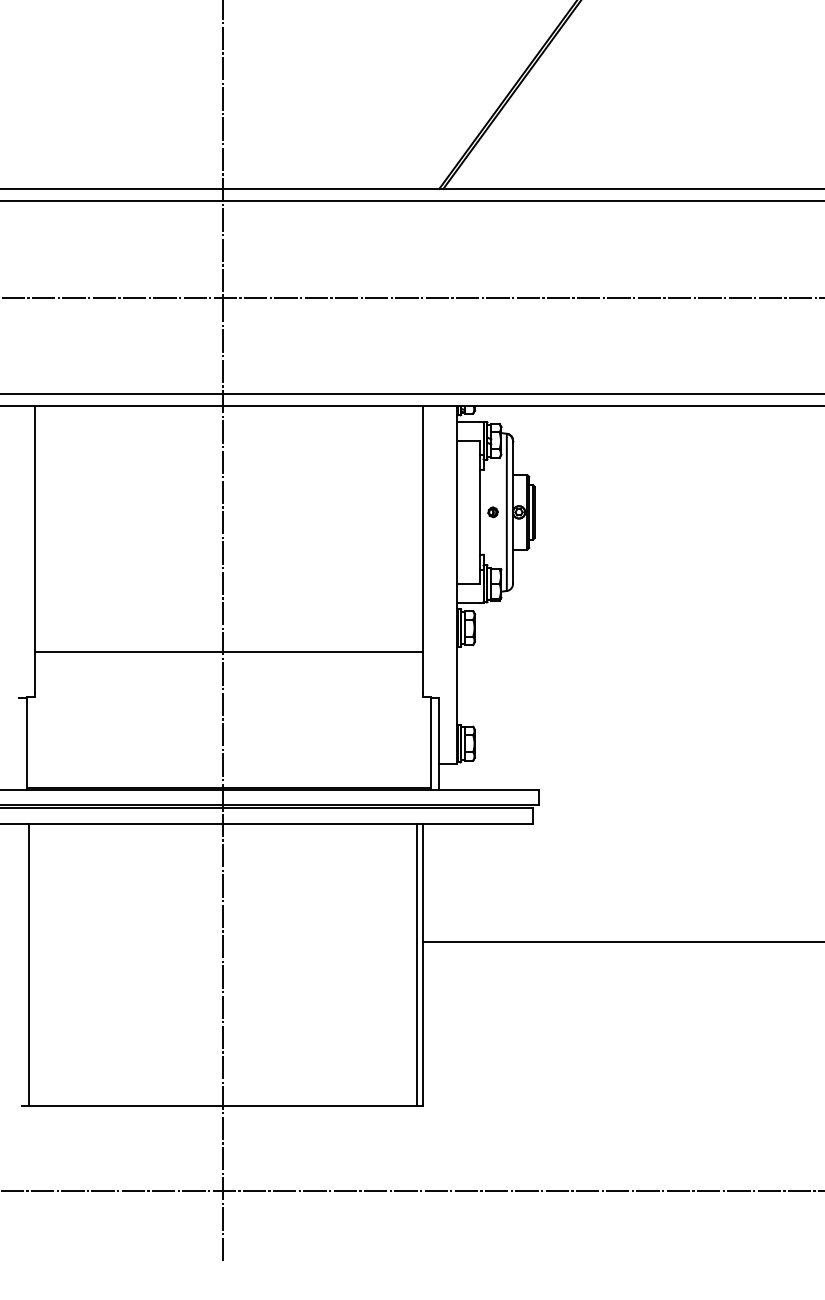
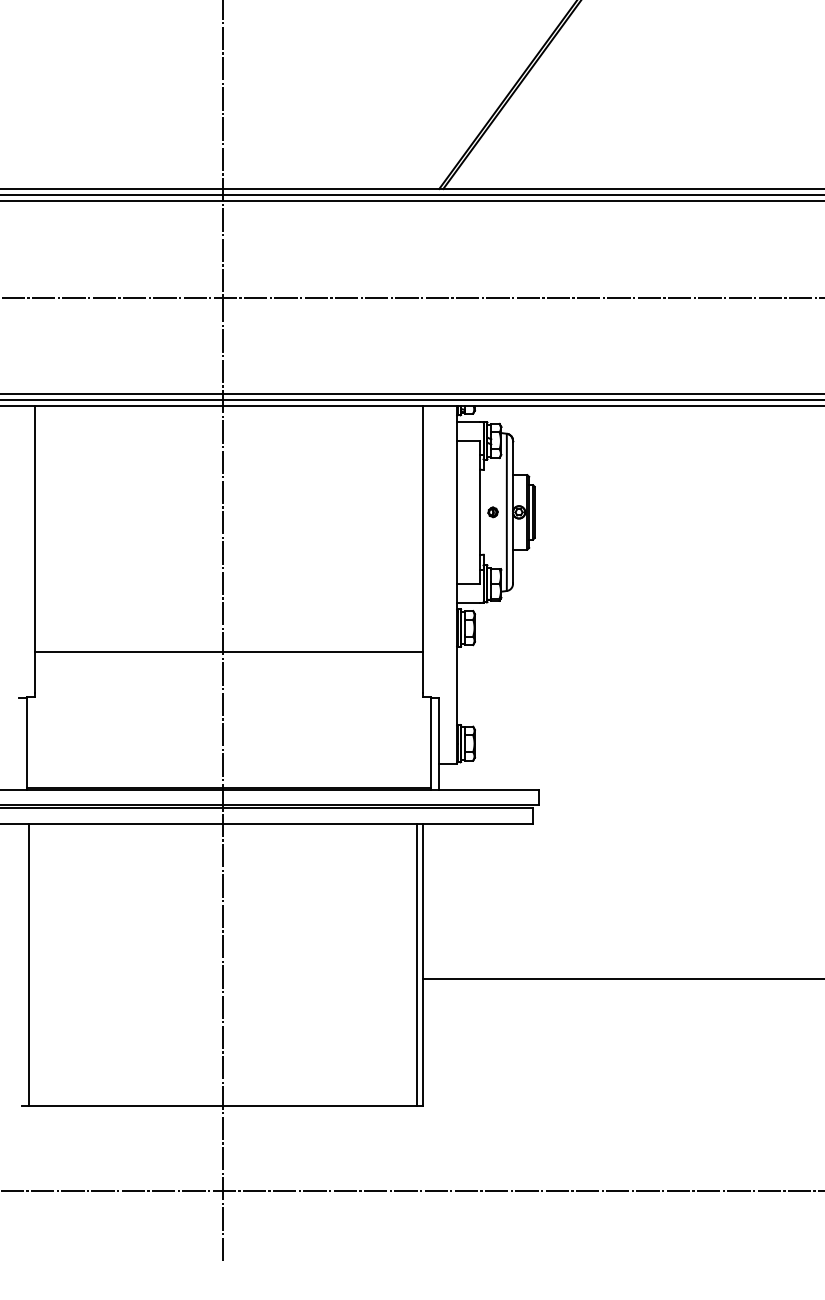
line at (411, 195): none -> present
line at (411, 400): none -> present
line at (621, 941) position: (621, 941) -> (621, 978)
